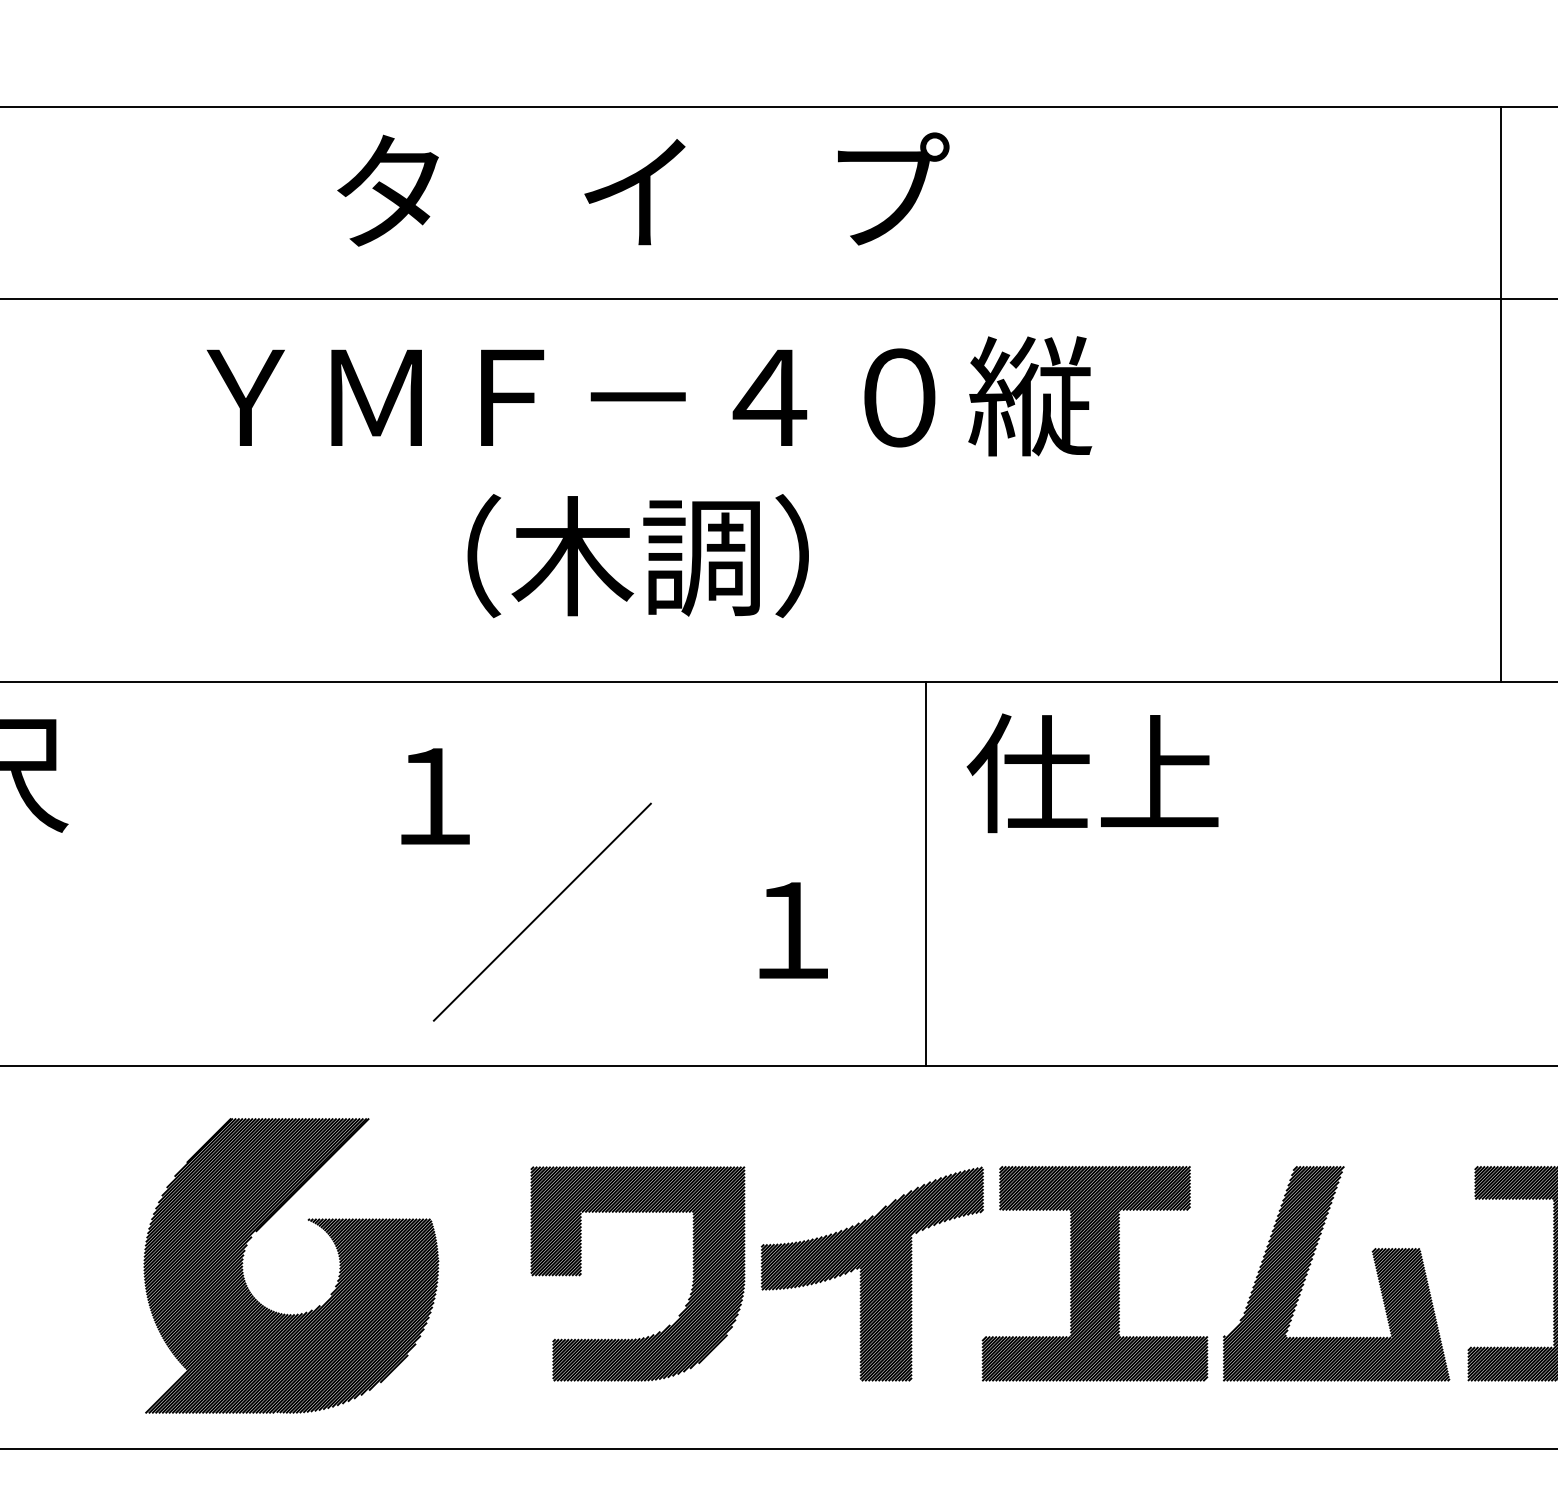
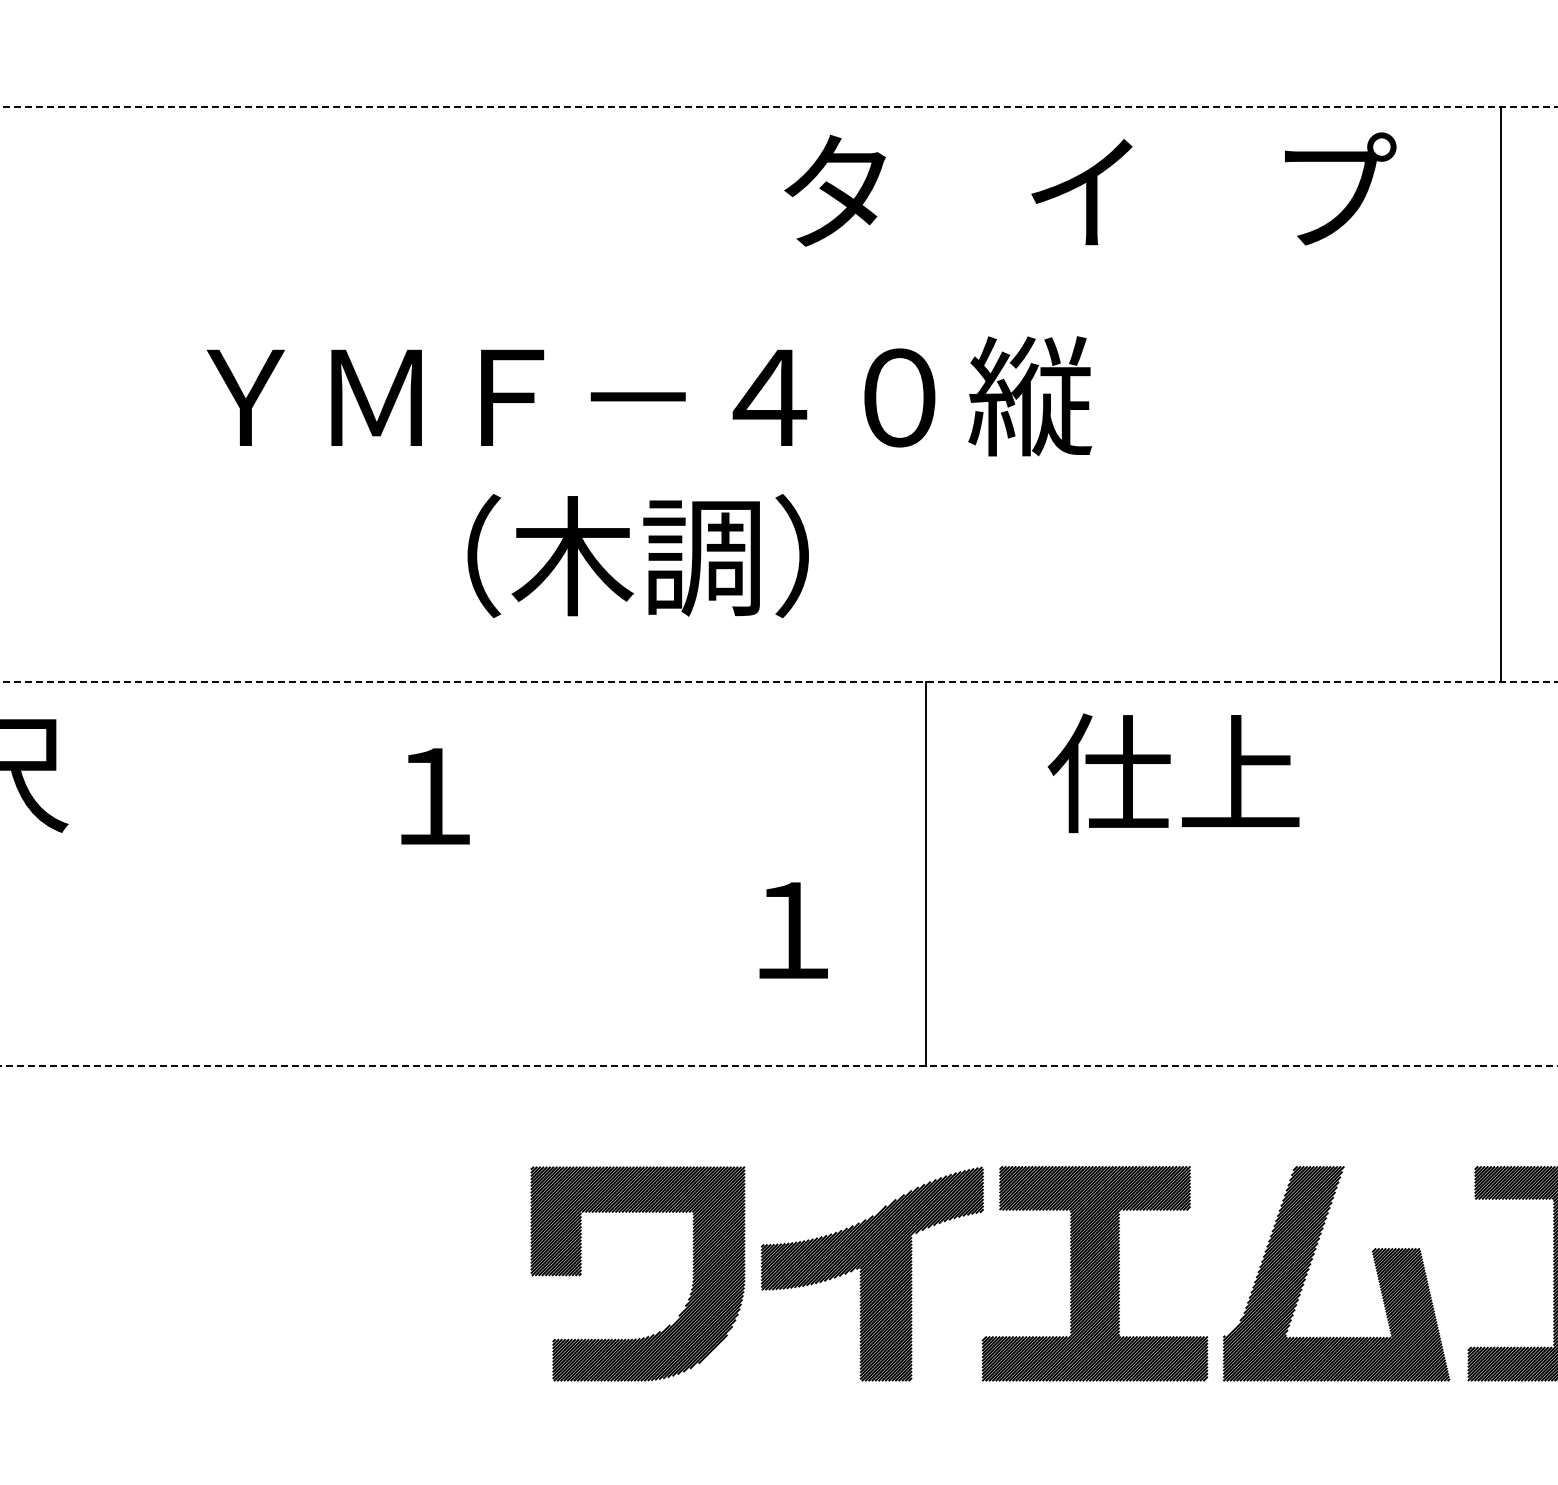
line at (779, 106): solid -> dashed
text at (643, 189) position: (643, 189) -> (1090, 189)
line at (778, 298): present -> none
line at (779, 682): solid -> dashed
text at (1092, 773) position: (1092, 773) -> (1173, 773)
line at (541, 911): present -> none
line at (779, 1065): solid -> dashed
part at (315, 1224): present -> none
line at (778, 1449): present -> none
